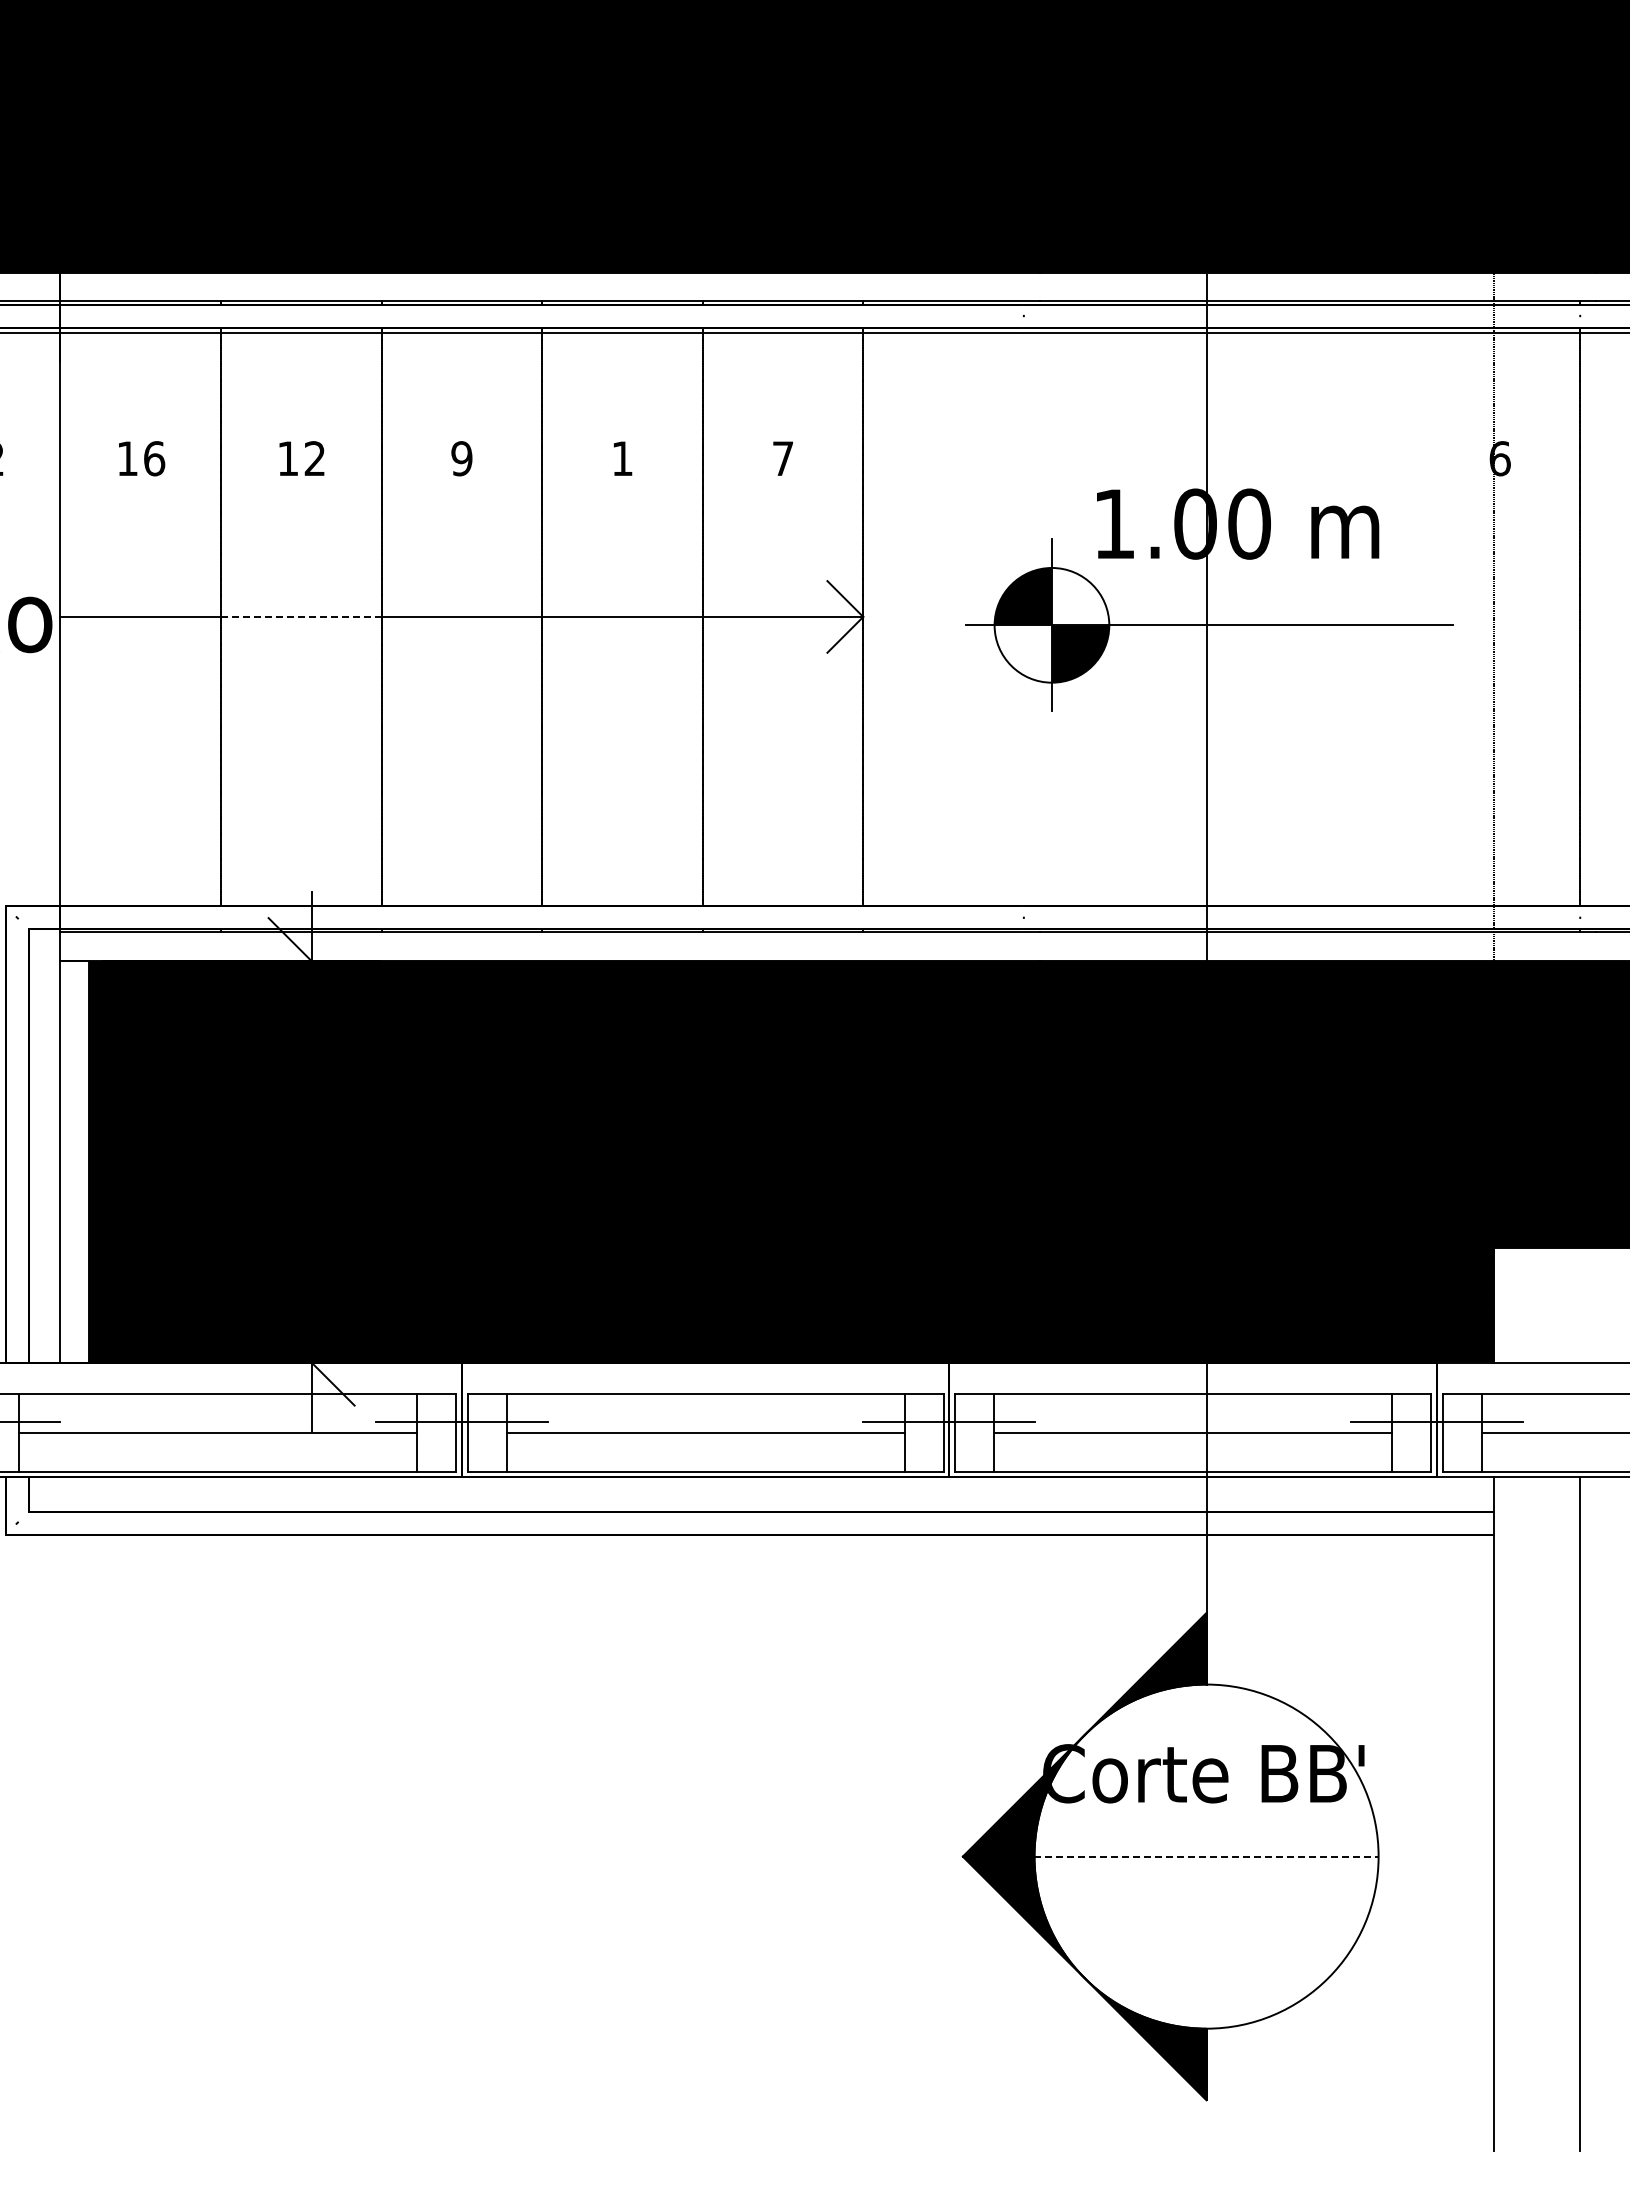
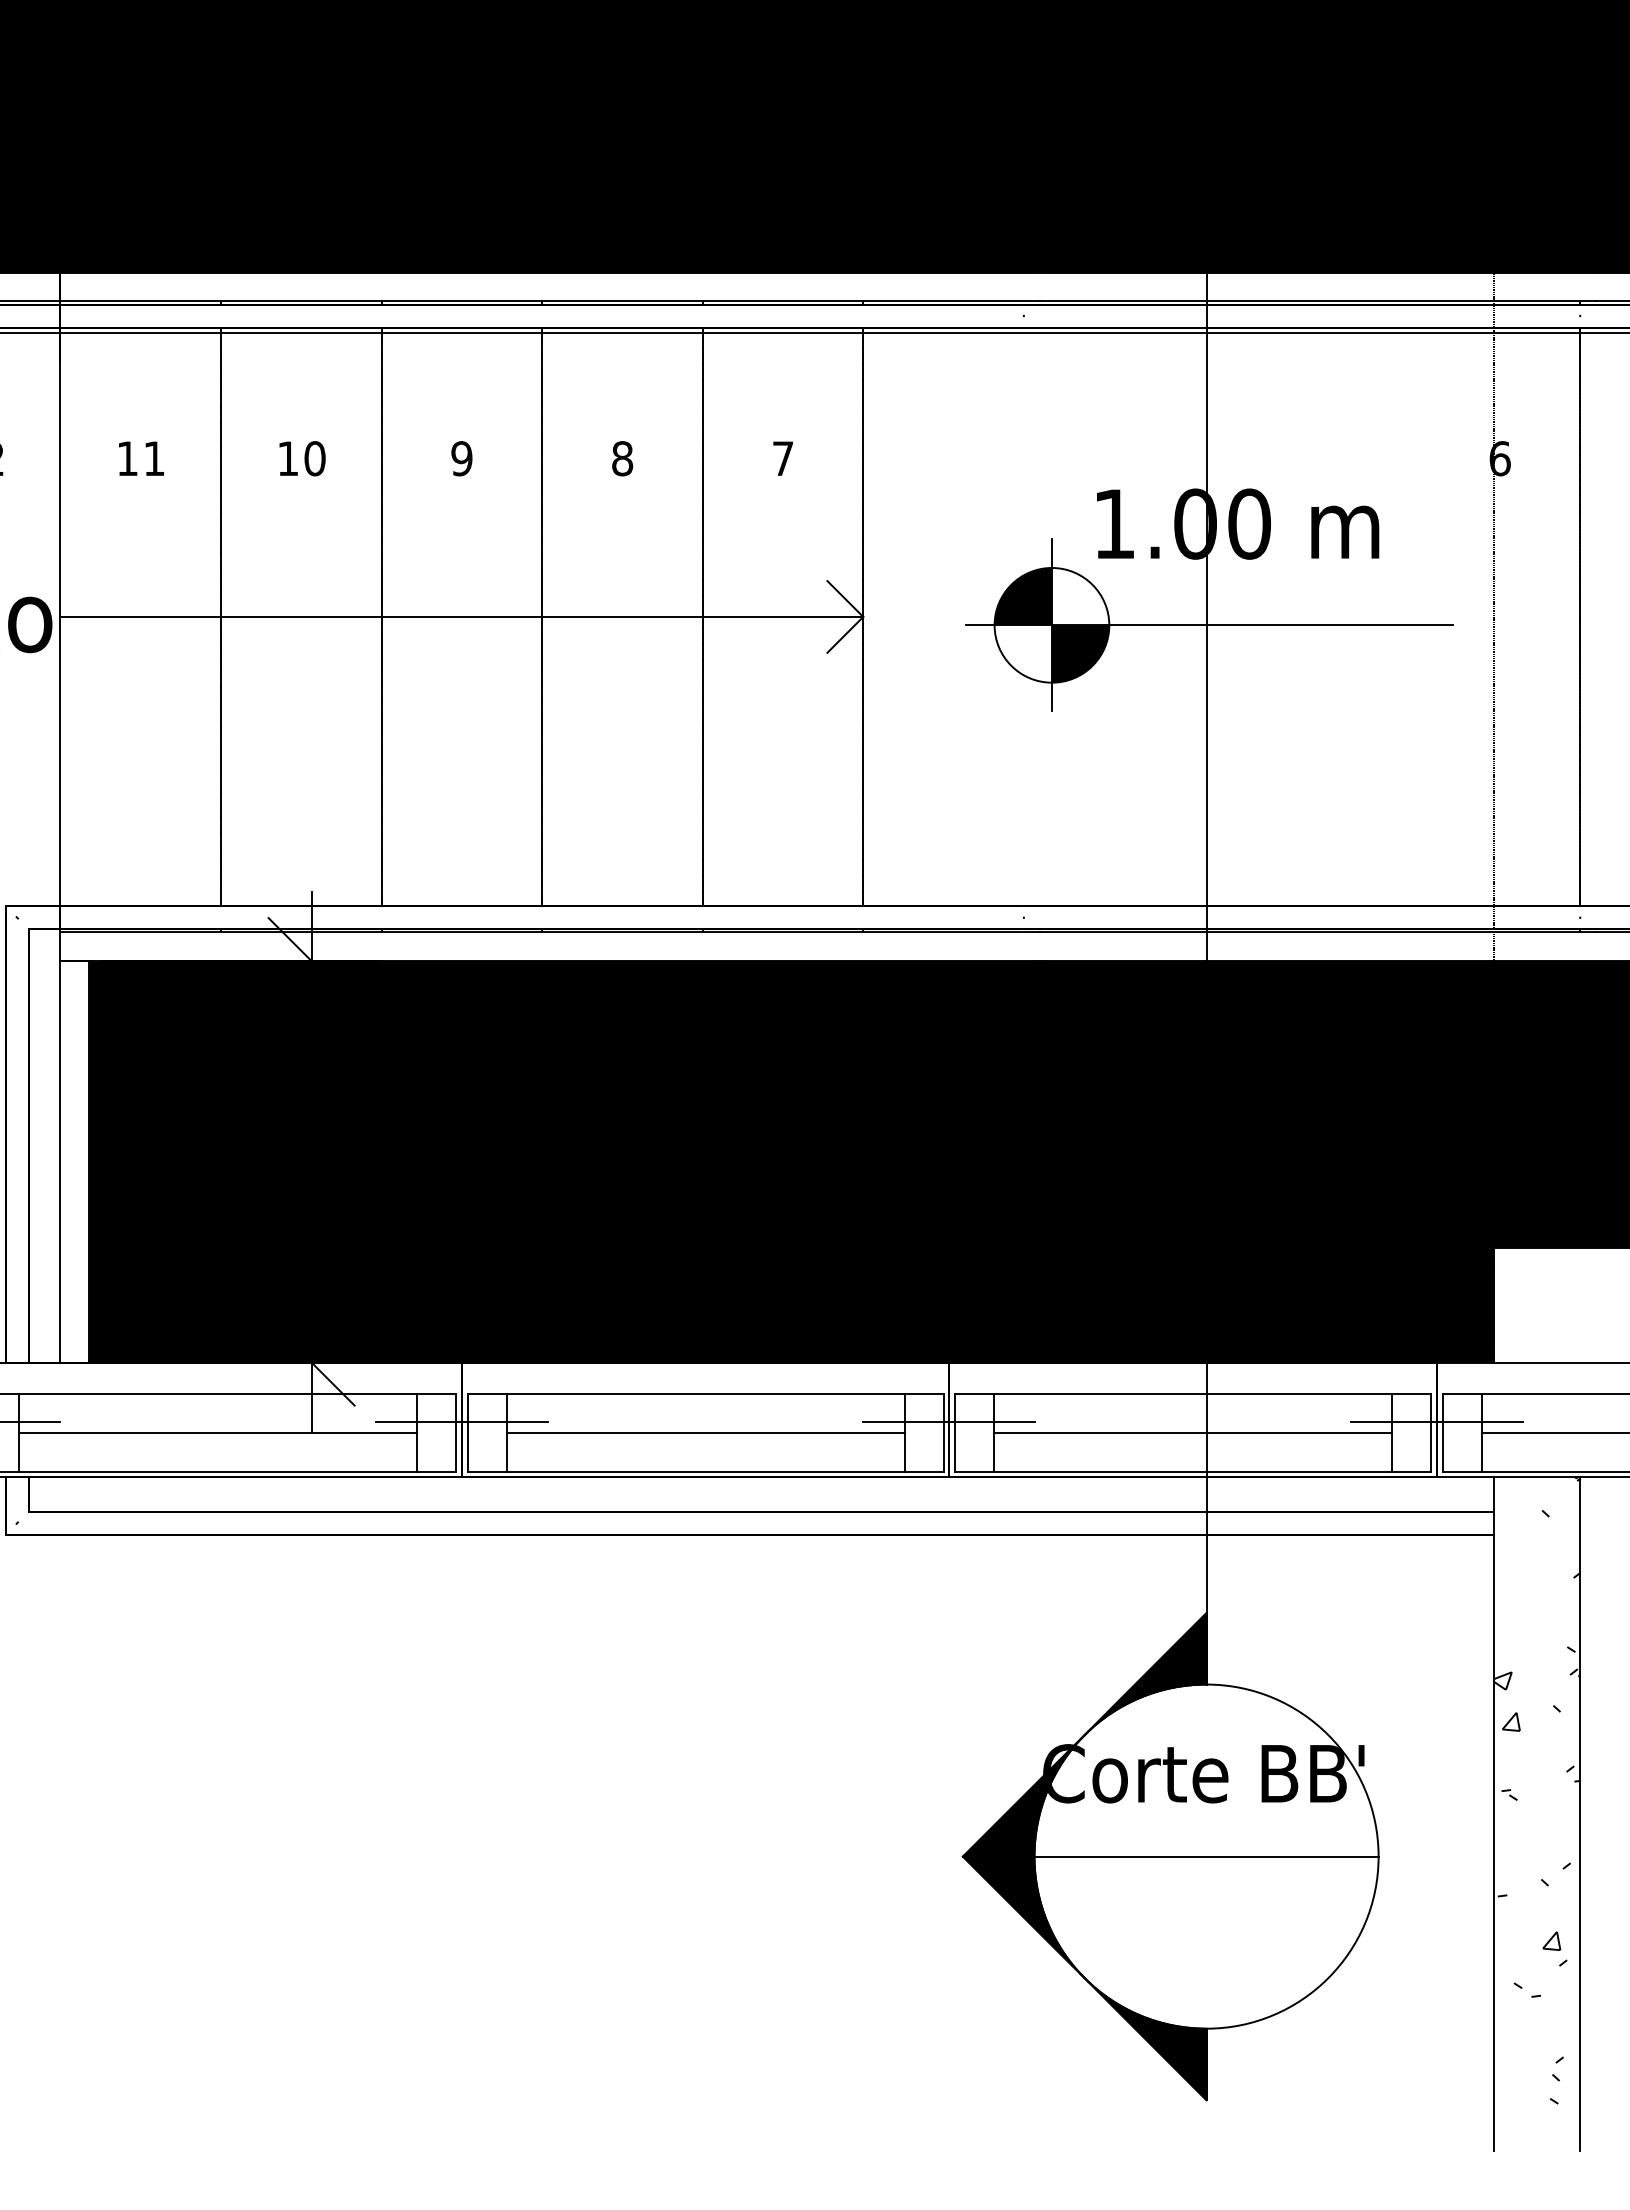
text at (154, 458): 16 -> 11
text at (314, 458): 12 -> 10
text at (622, 458): 1 -> 8
line at (300, 616): dashed -> solid
hatch at (1537, 1790): none -> present
line at (1207, 1856): dashed -> solid
